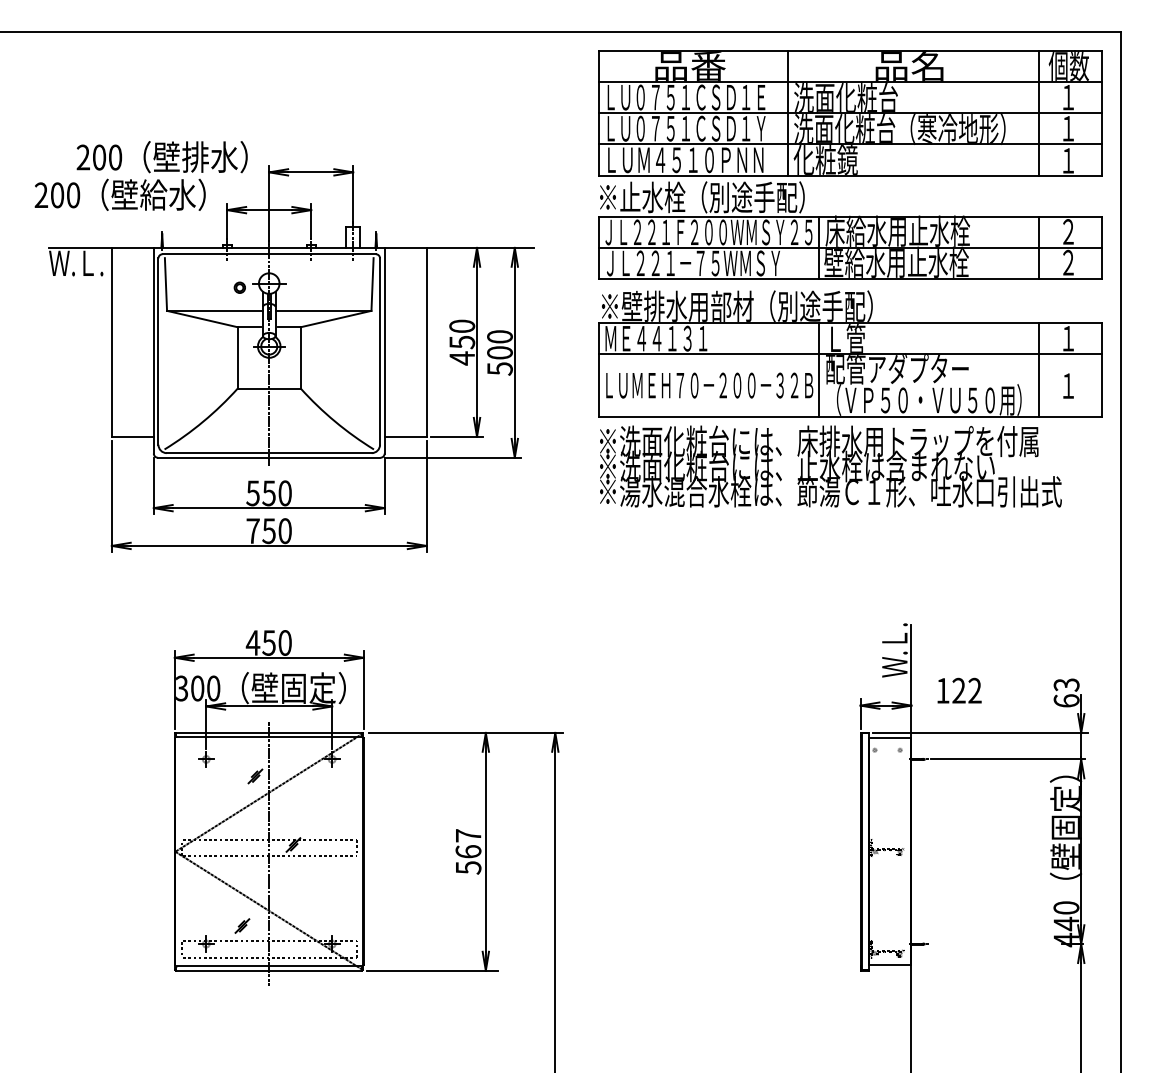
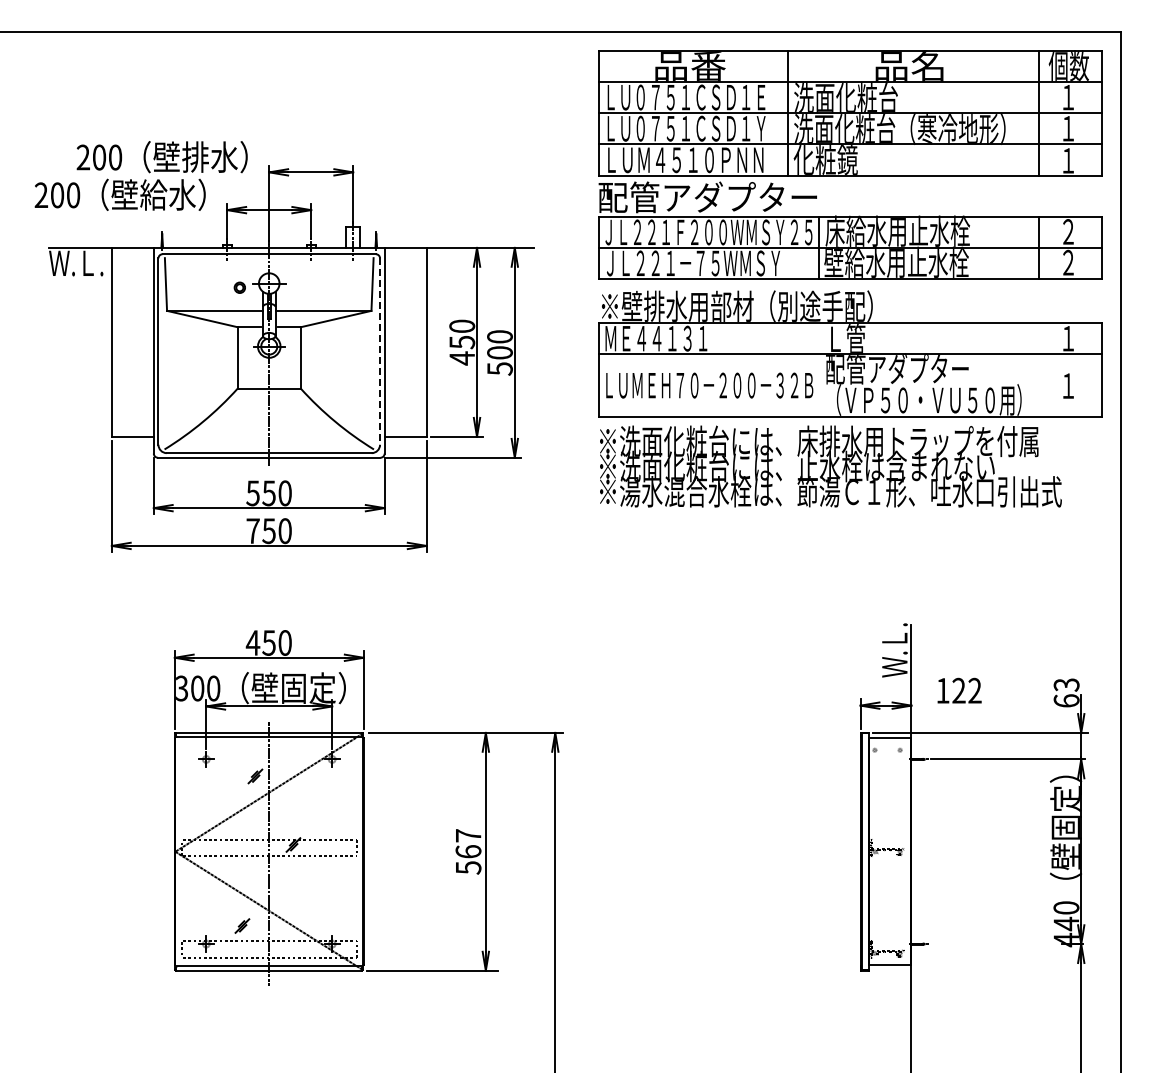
text at (707, 197): ※止水栓（別途手配） -> 配管アダプター
line at (380, 352): solid -> dashed
line at (819, 369): present -> none
line at (1039, 369): present -> none
